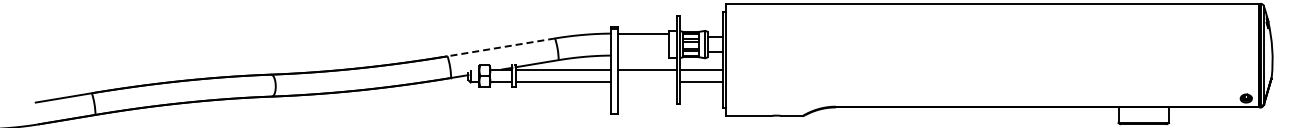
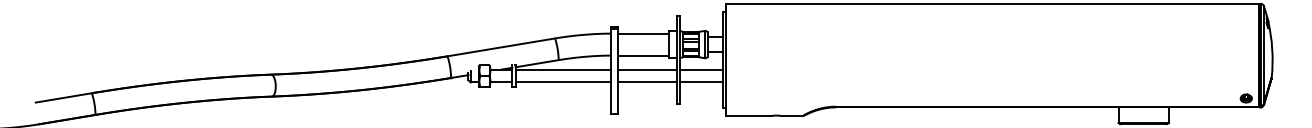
line at (501, 47): dashed -> solid
line at (643, 55): none -> present
line at (646, 82): none -> present
